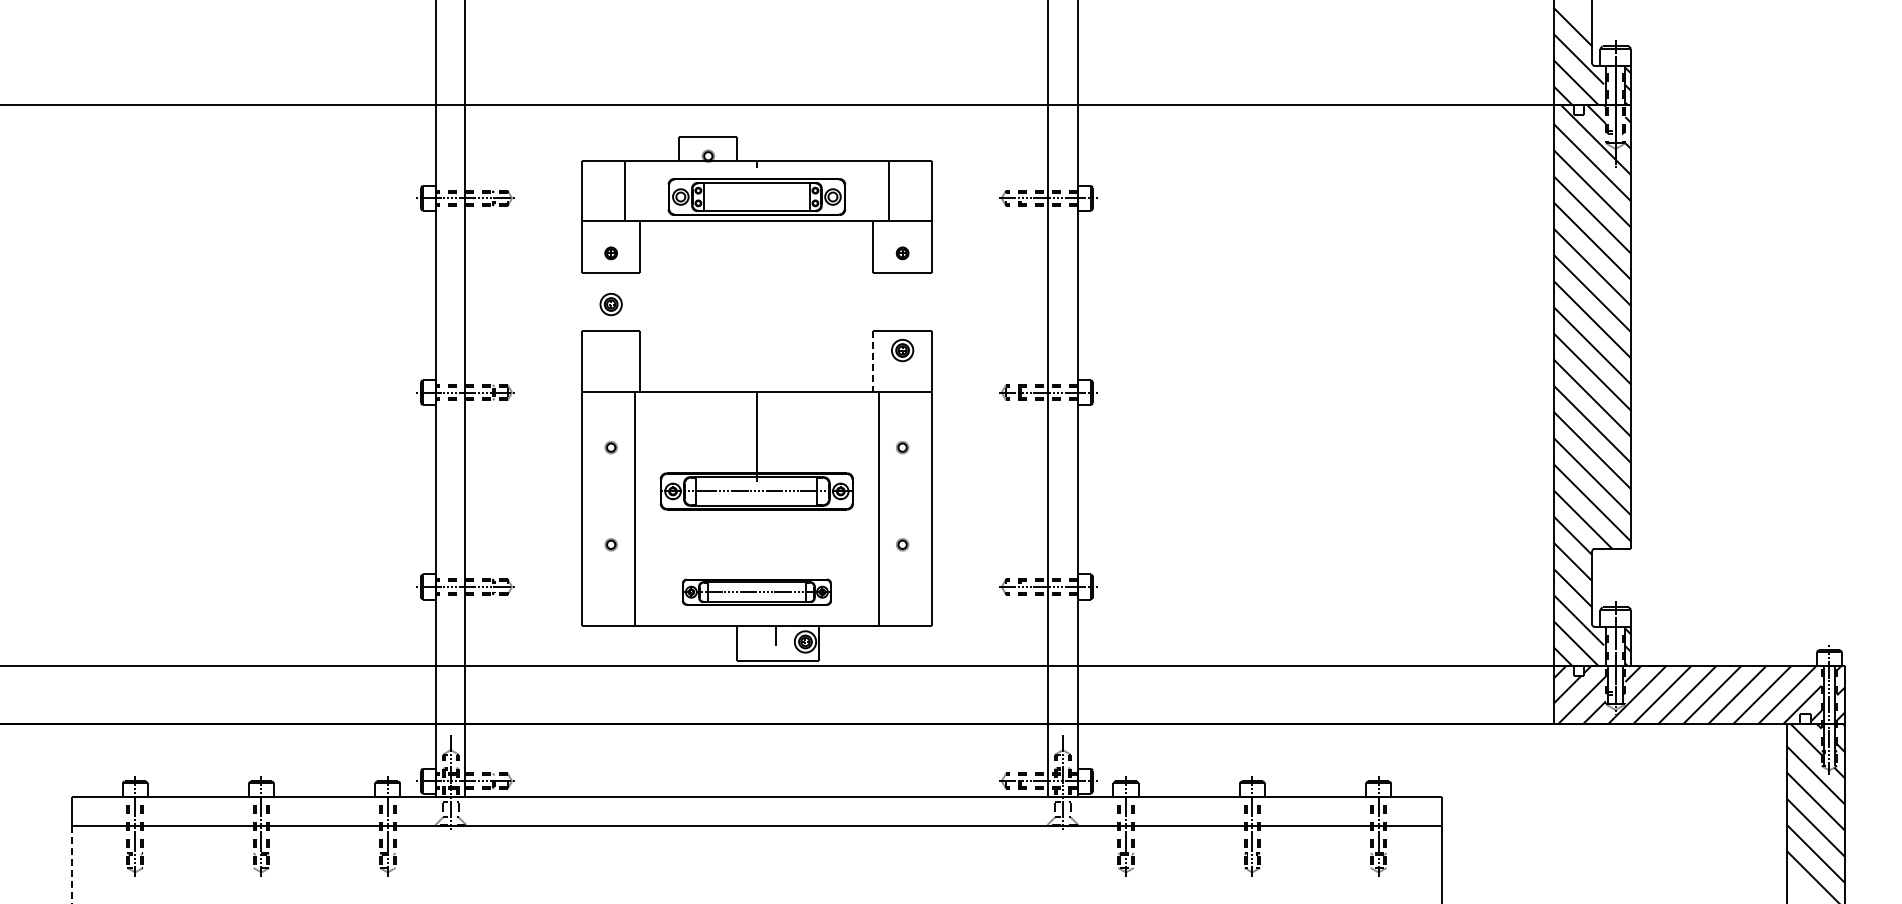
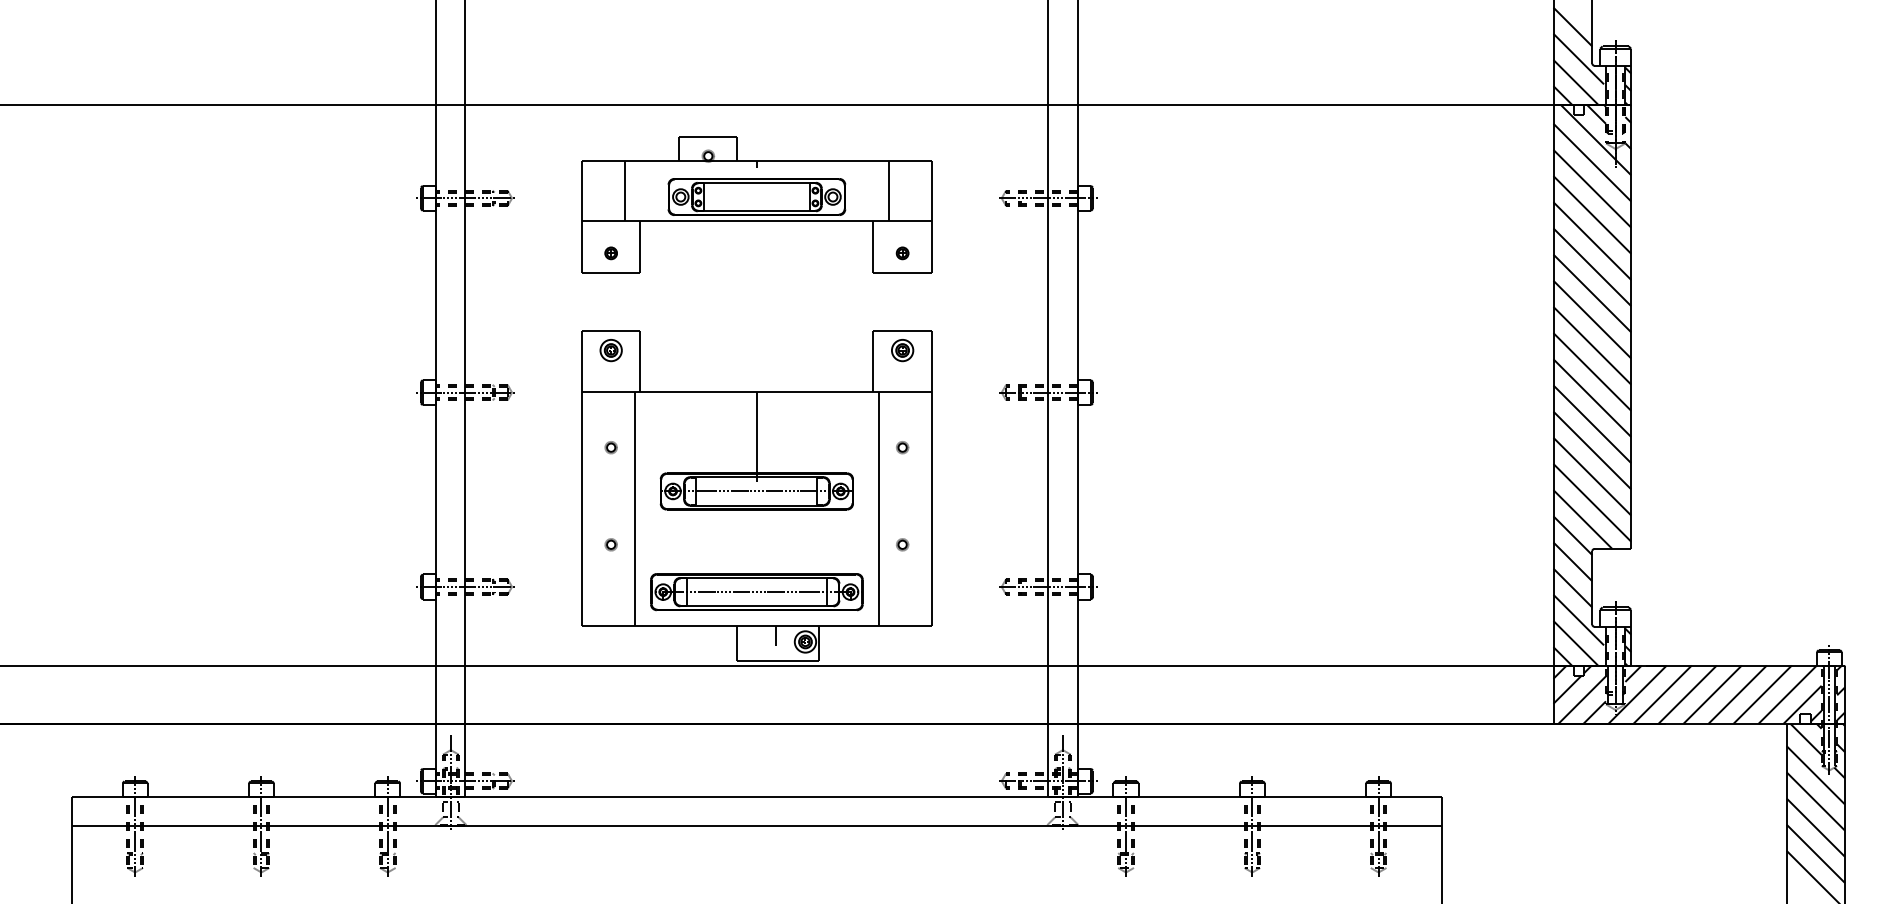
part at (610, 304) position: (610, 304) -> (610, 350)
line at (873, 361): dashed -> solid
part at (756, 591) size: 150x28 px -> 214x39 px
line at (72, 864): dashed -> solid
